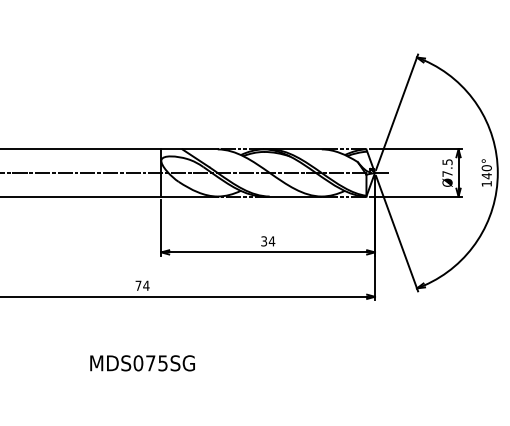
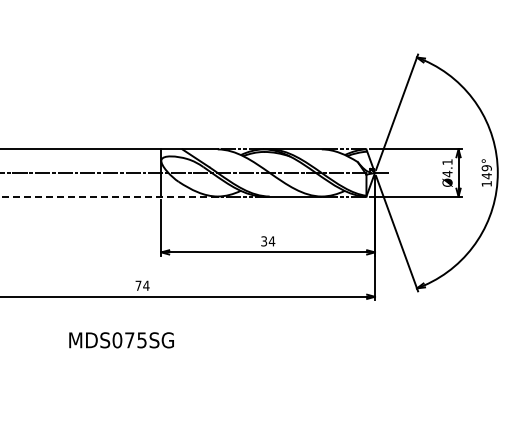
text at (447, 168): Ø7.5 -> Ø4.1
text at (486, 168): 140° -> 149°
line at (108, 196): solid -> dashed
text at (142, 363) position: (142, 363) -> (121, 340)
